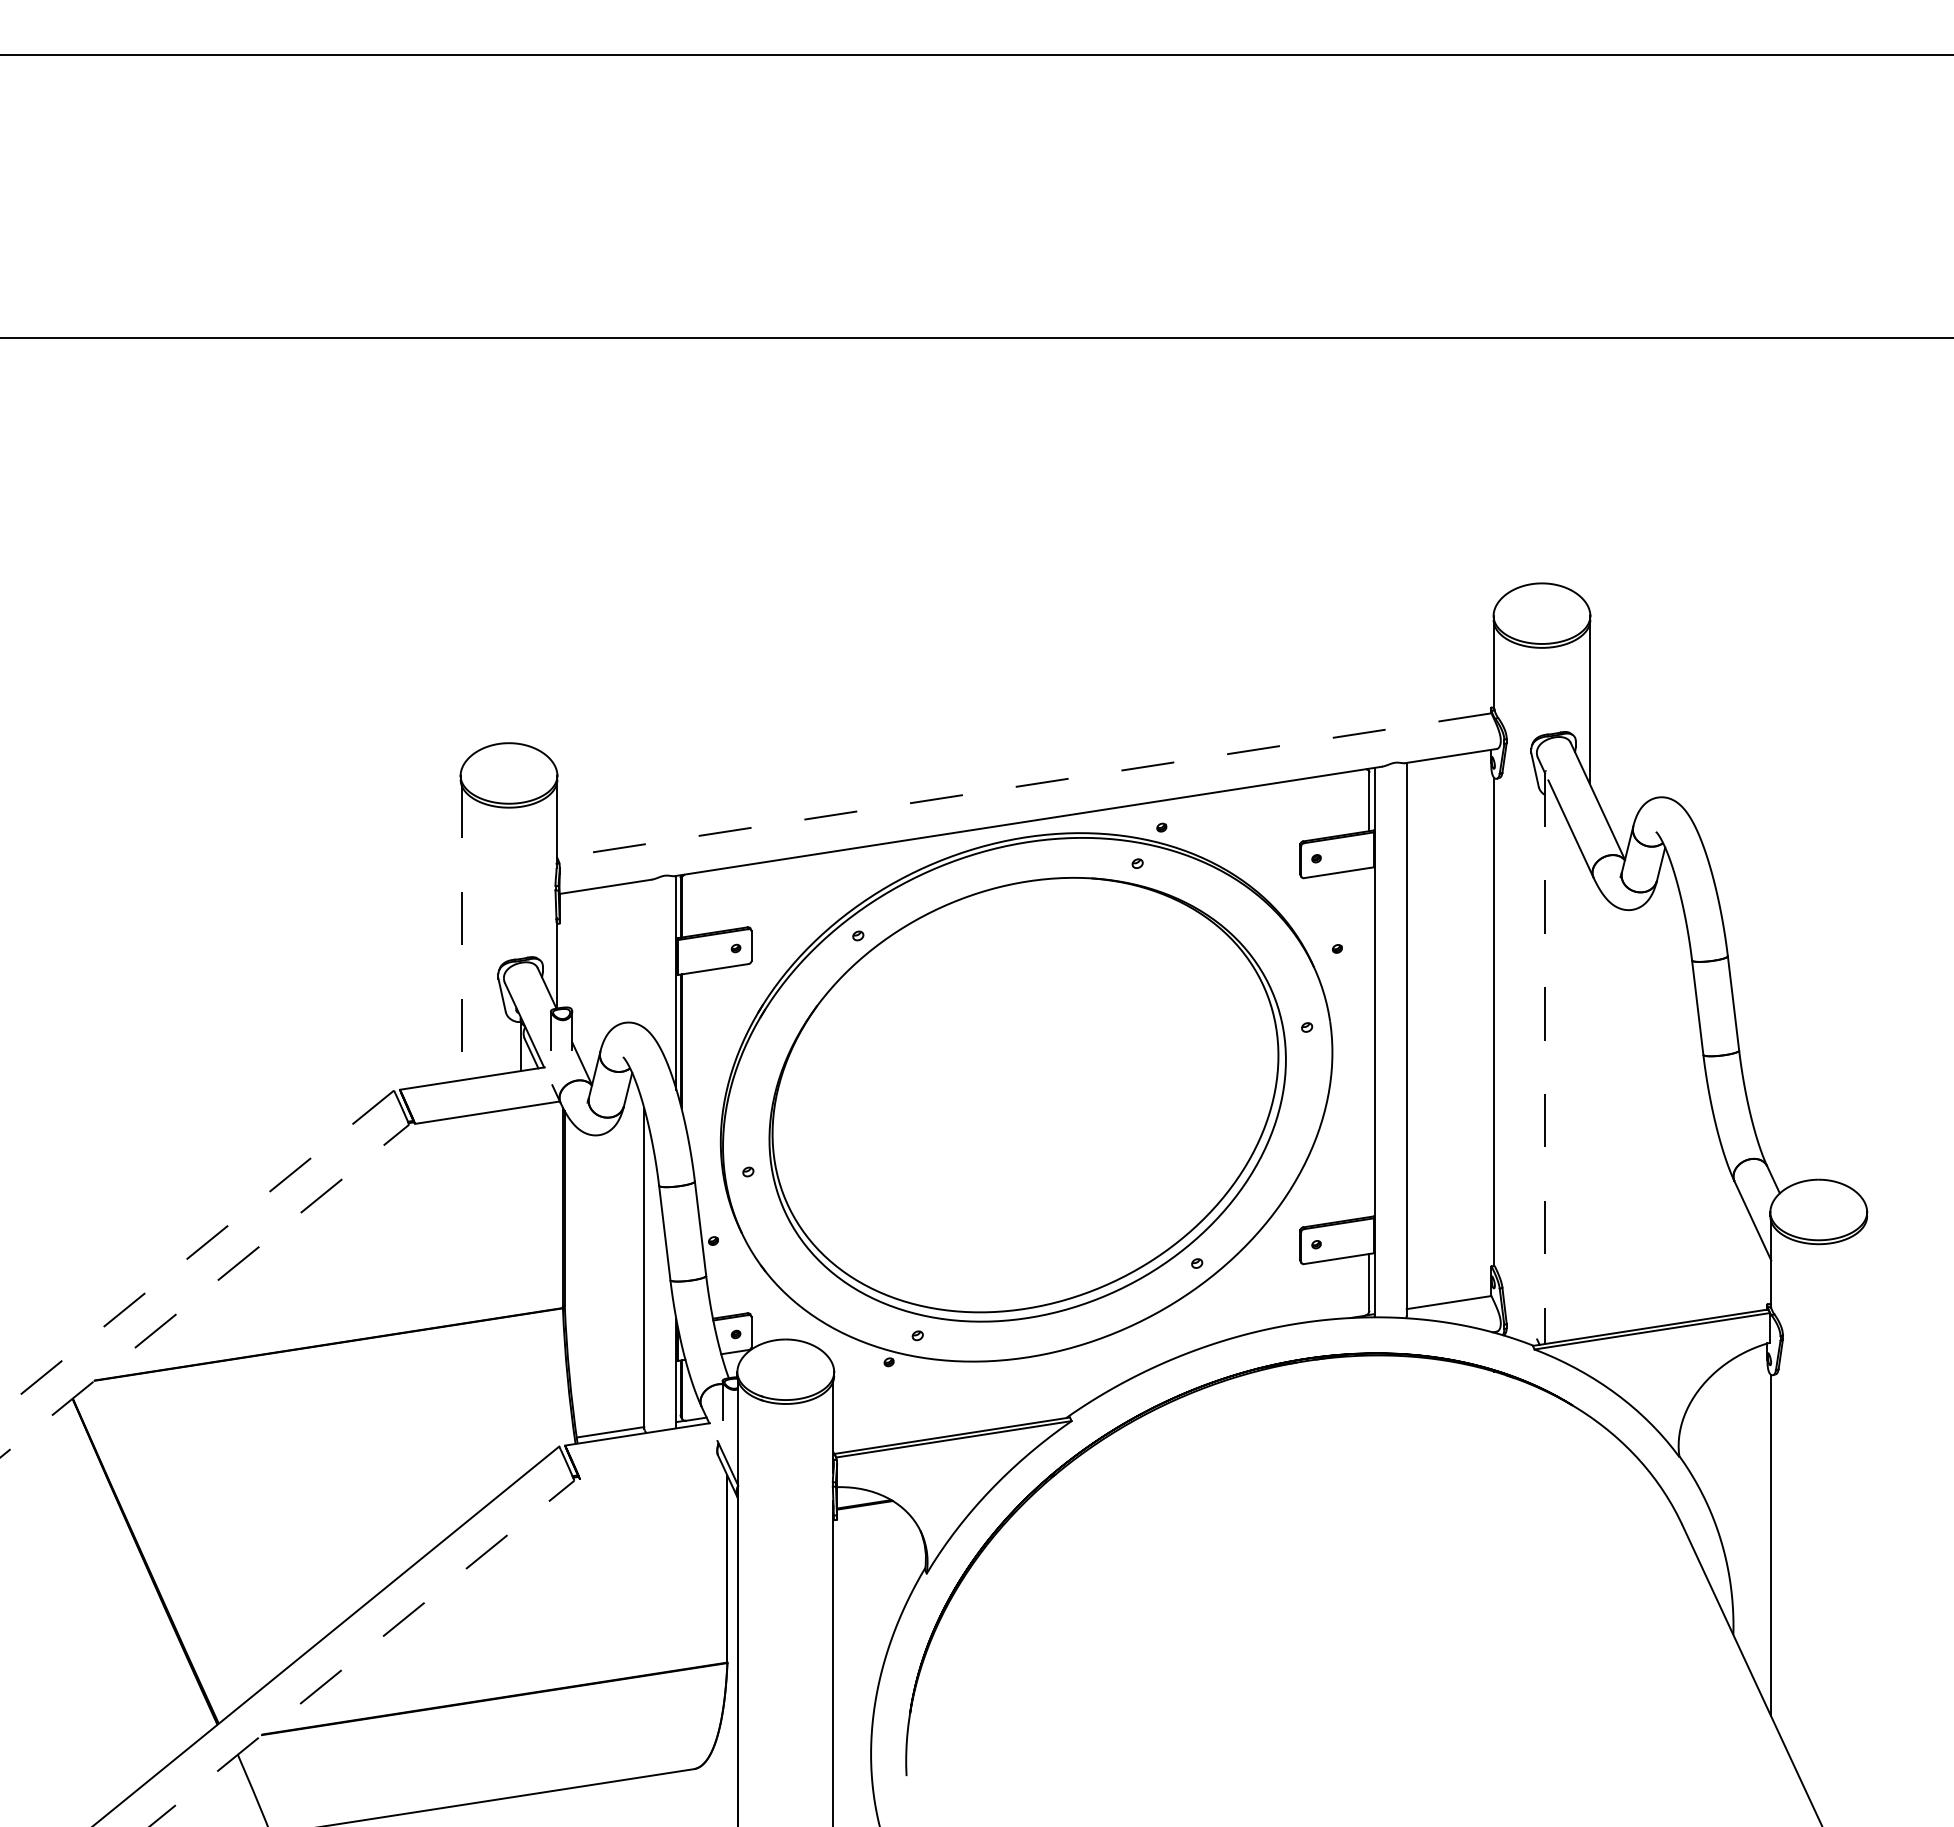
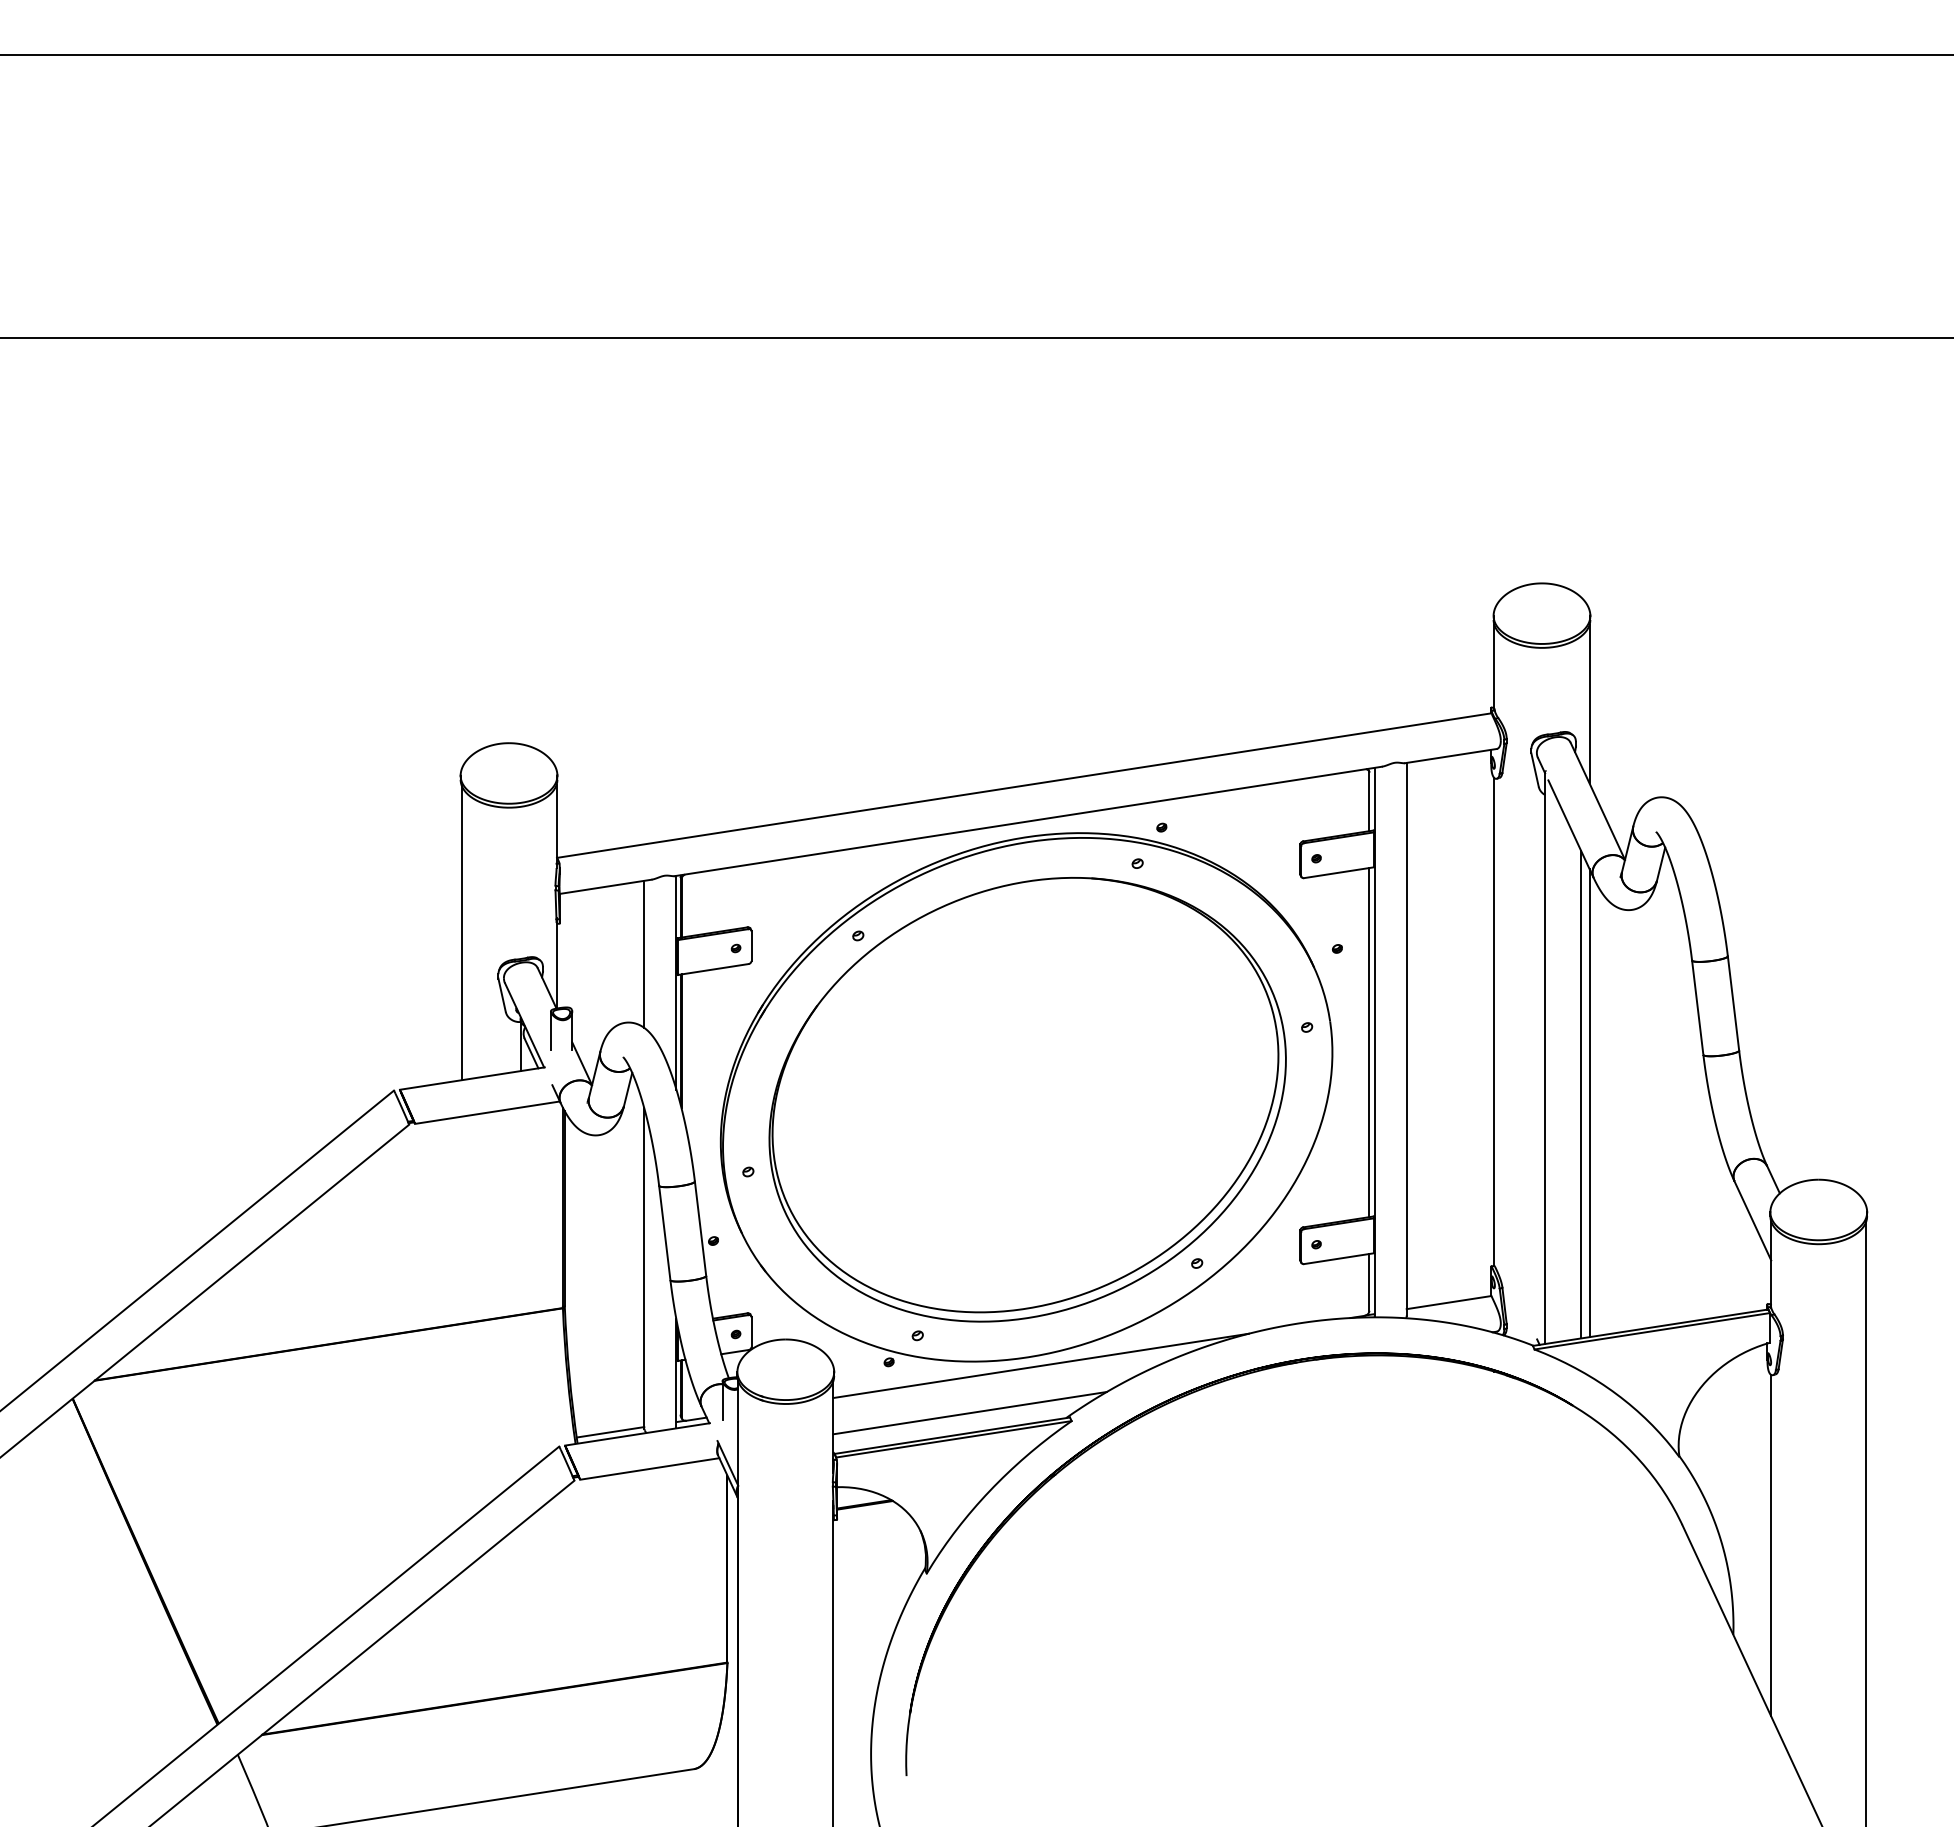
line at (1024, 785): dashed -> solid
line at (461, 932): dashed -> solid
line at (644, 953): none -> present
line at (1369, 1042): none -> present
line at (1545, 1059): dashed -> solid
line at (1581, 1094): none -> present
line at (1589, 1102): none -> present
line at (197, 1250): dashed -> solid
line at (205, 1290): dashed -> solid
line at (1040, 1365): none -> present
line at (969, 1412): none -> present
line at (649, 1468): none -> present
line at (1866, 1522): none -> present
line at (361, 1653): dashed -> solid
